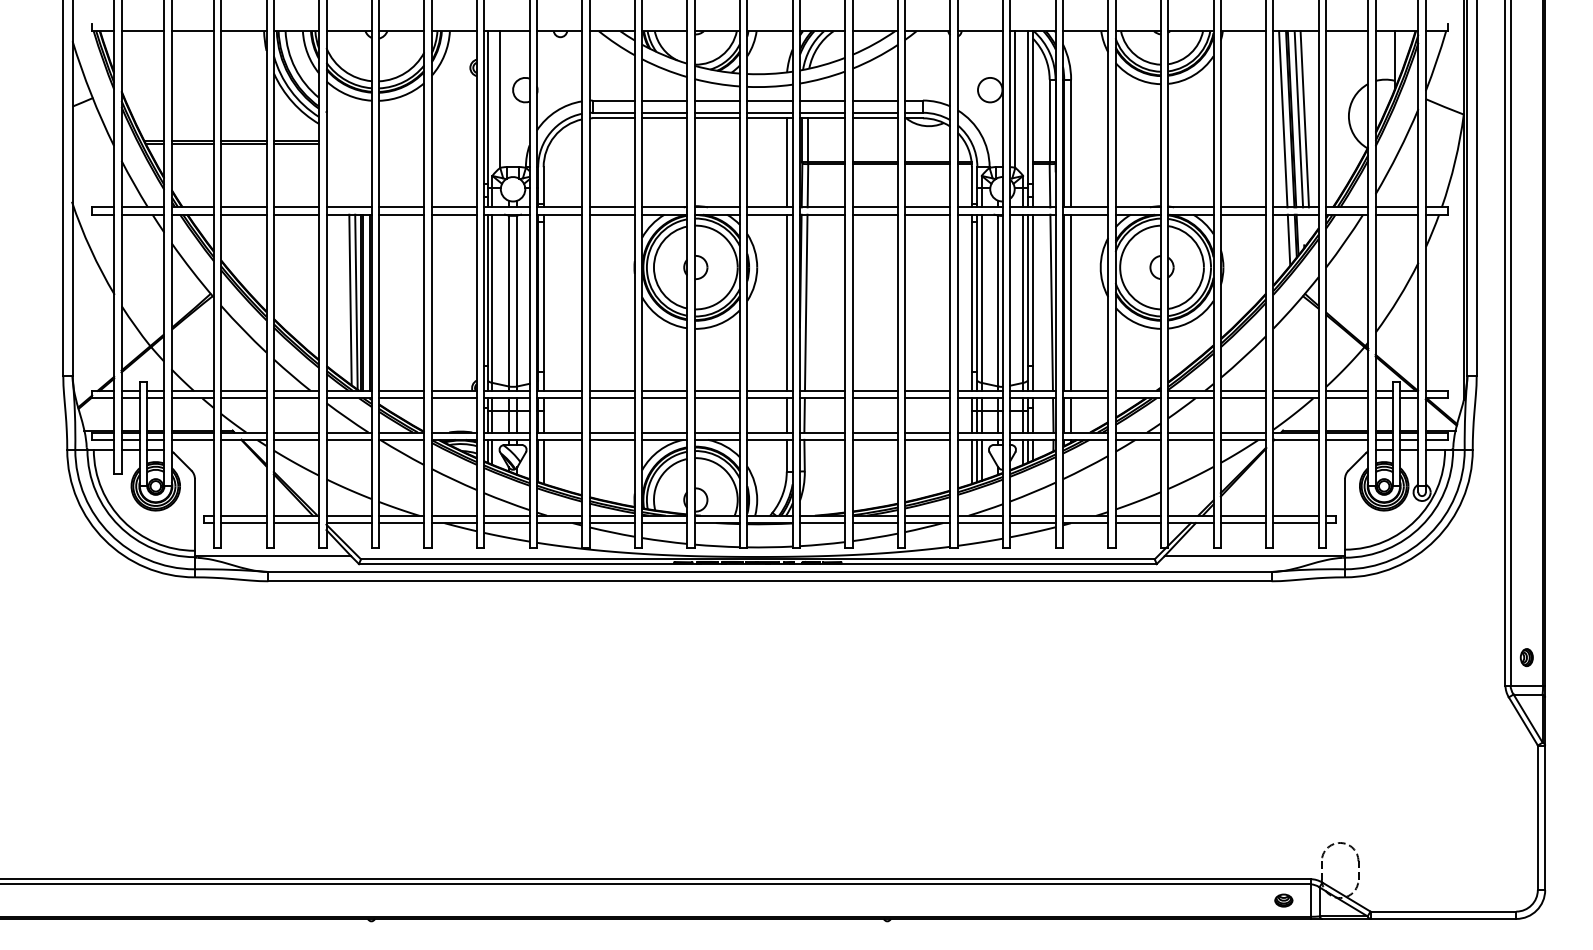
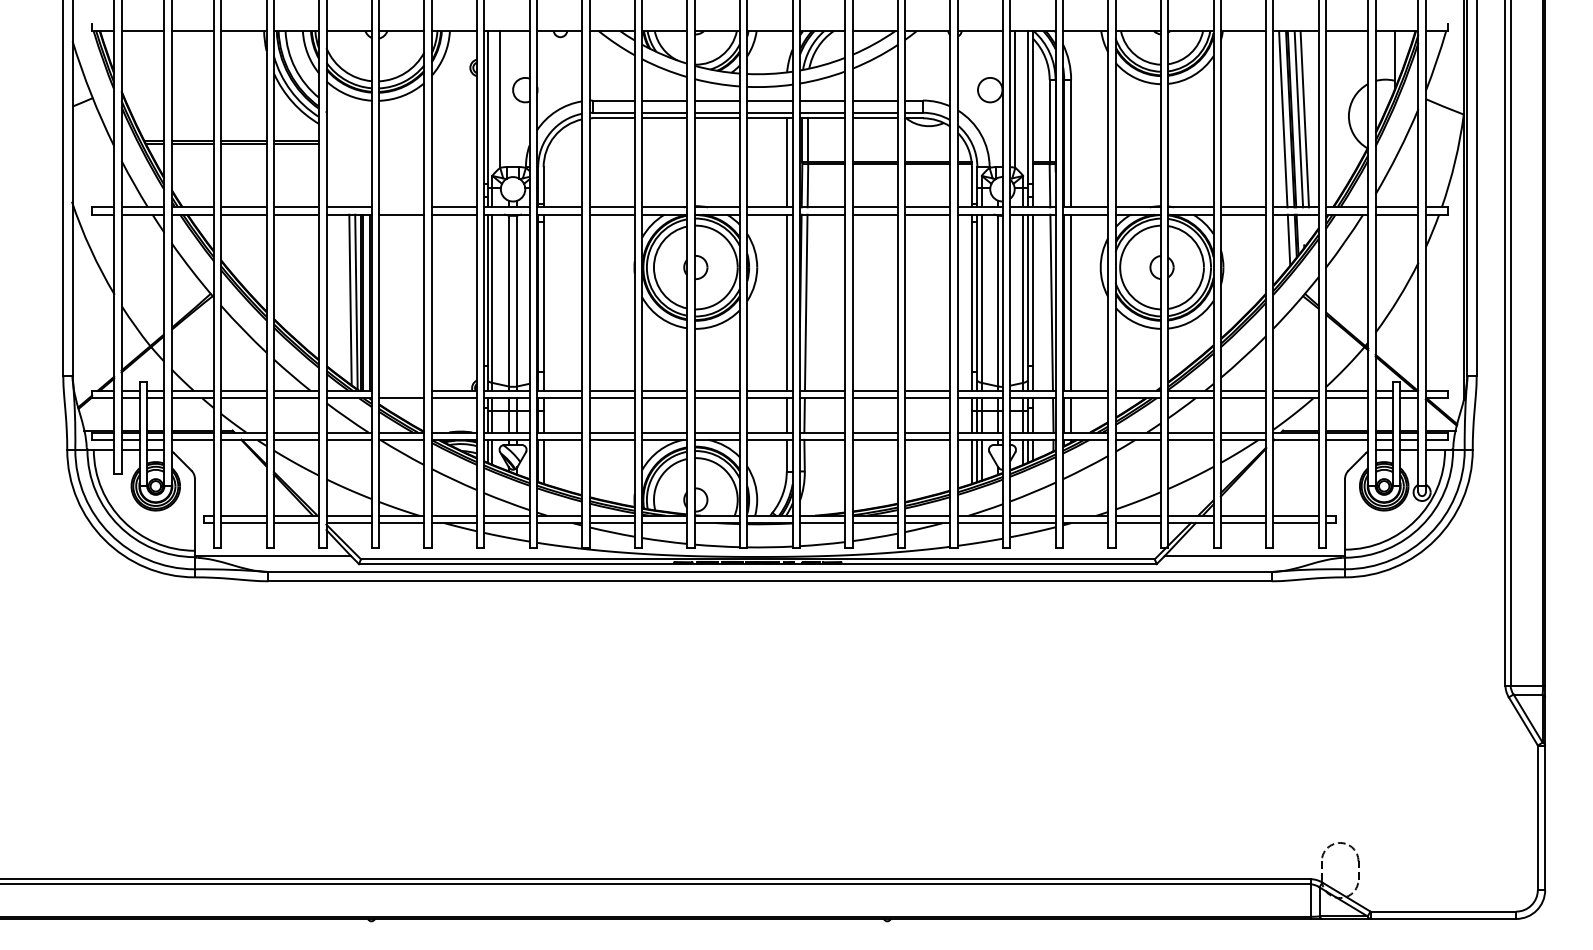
line at (401, 207): present -> none
line at (401, 390): present -> none
part at (1526, 657): present -> none
part at (1283, 900): present -> none
